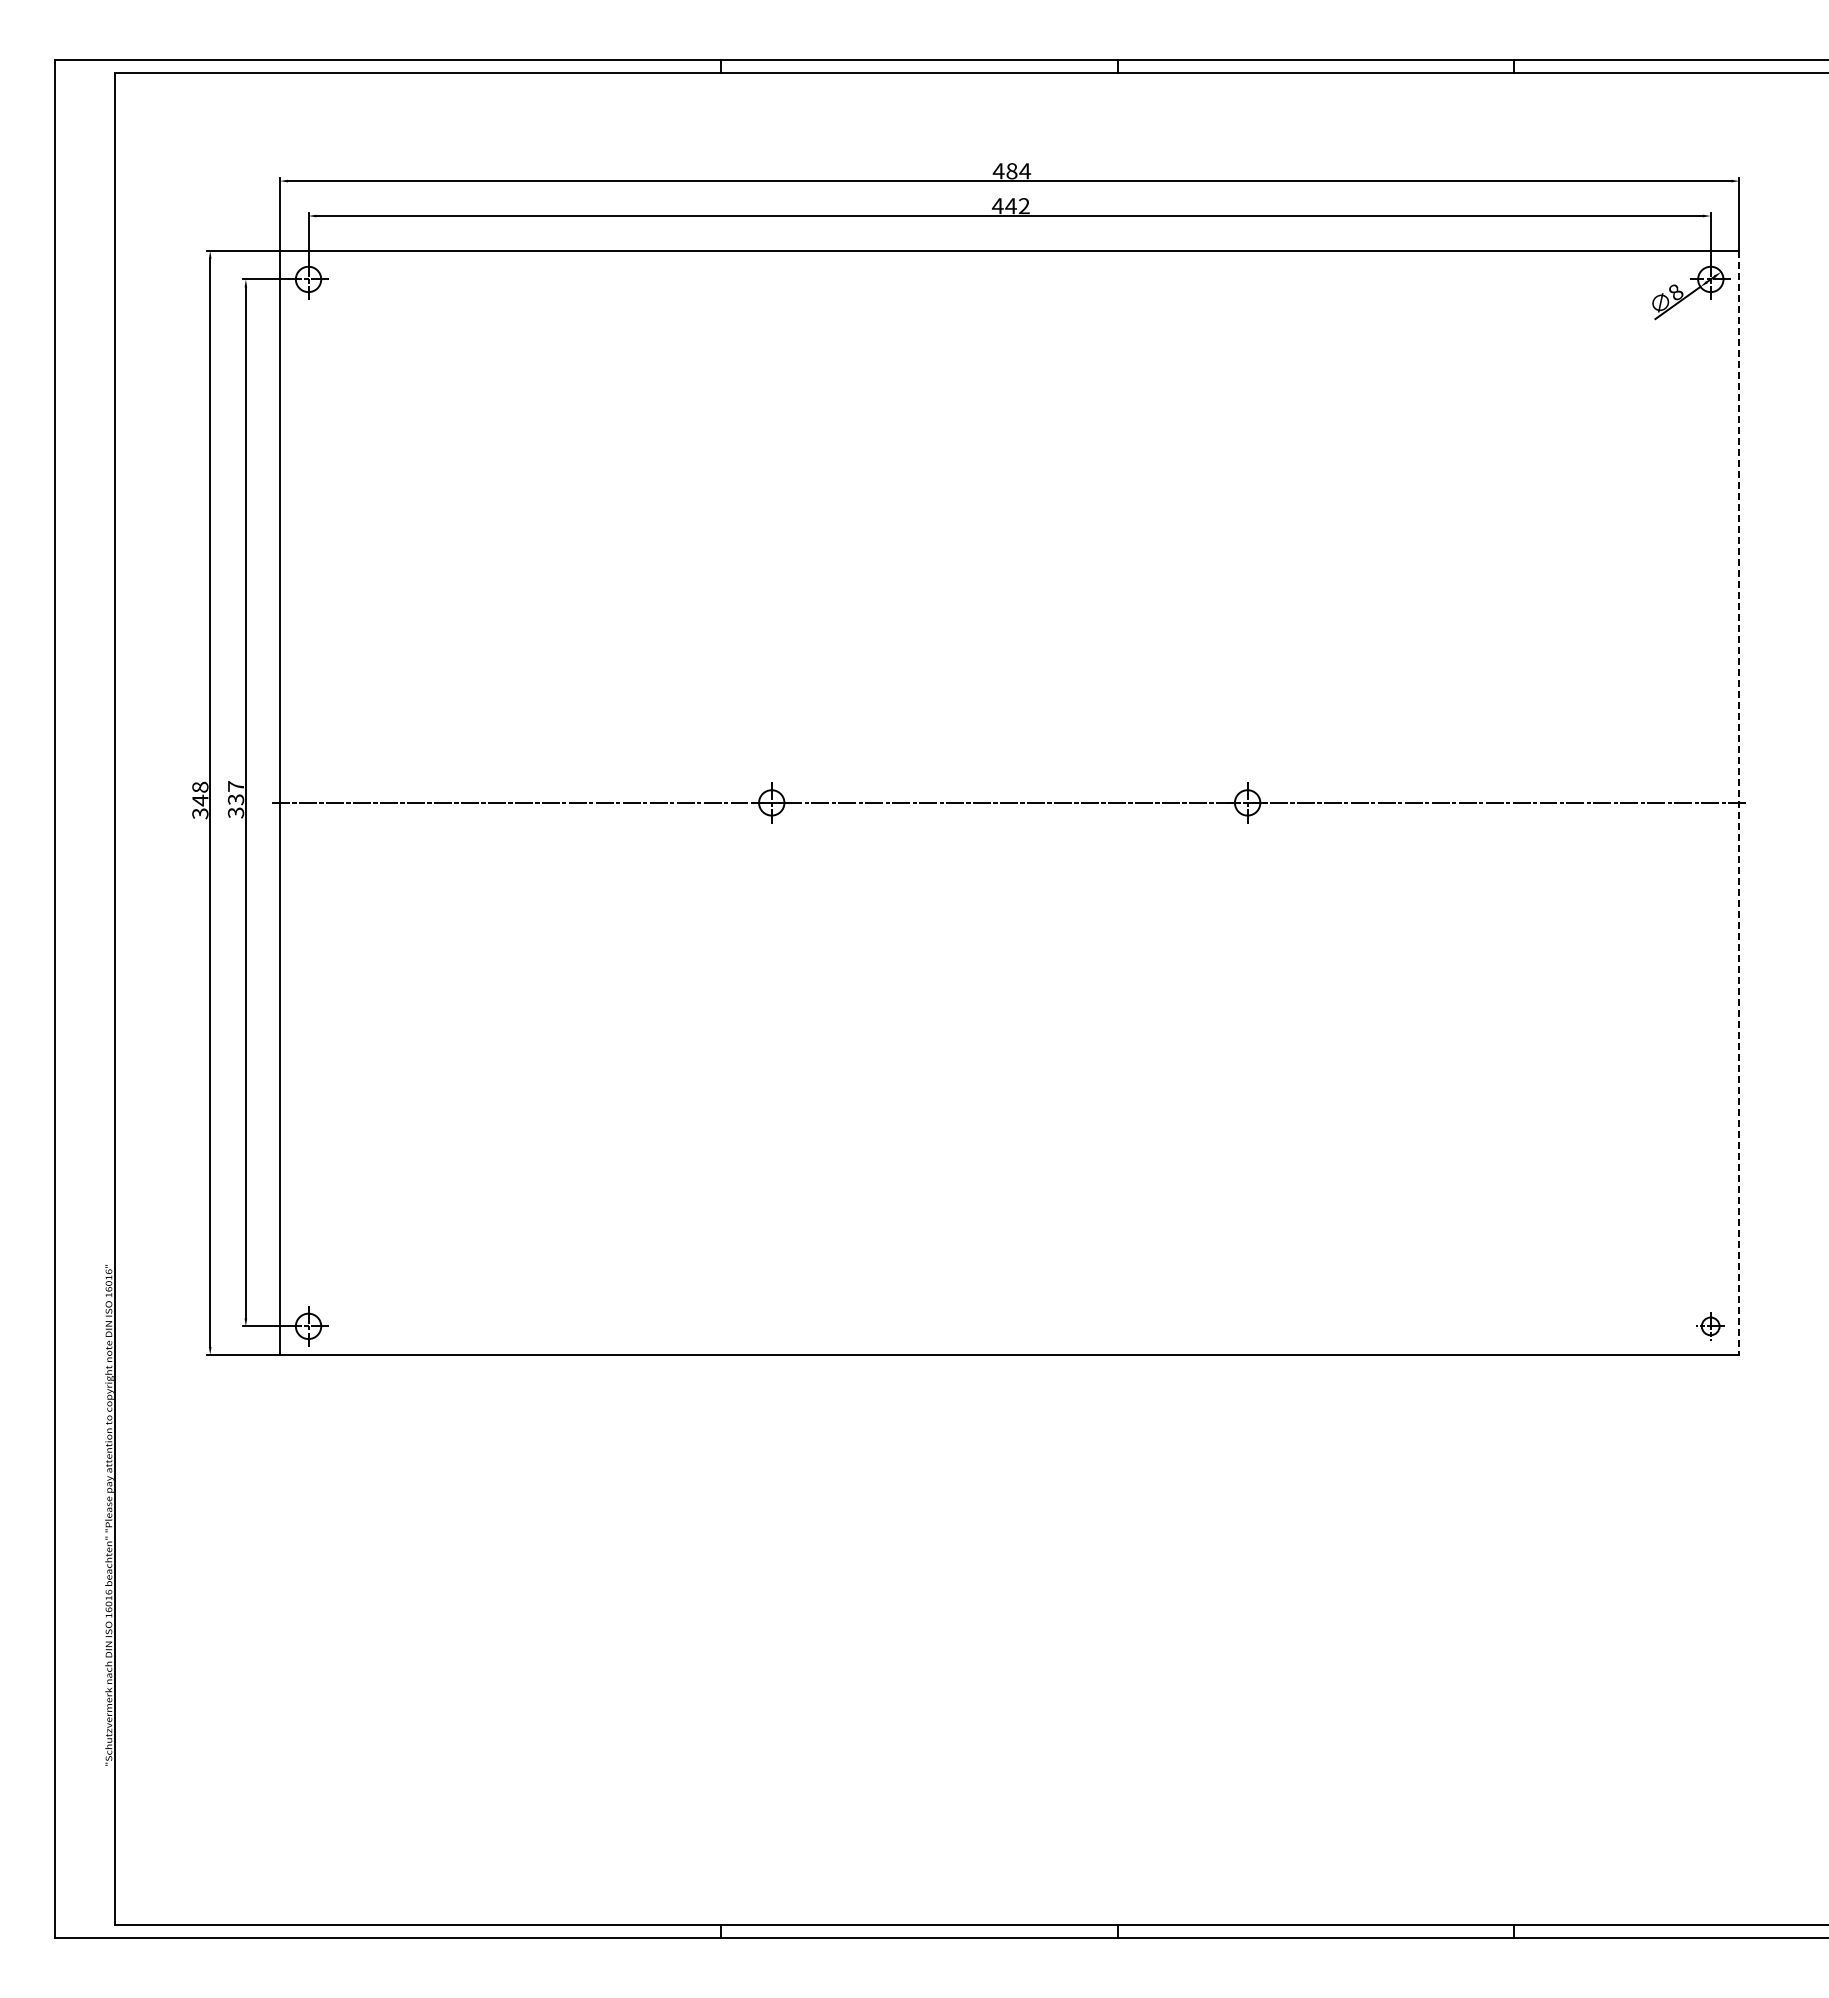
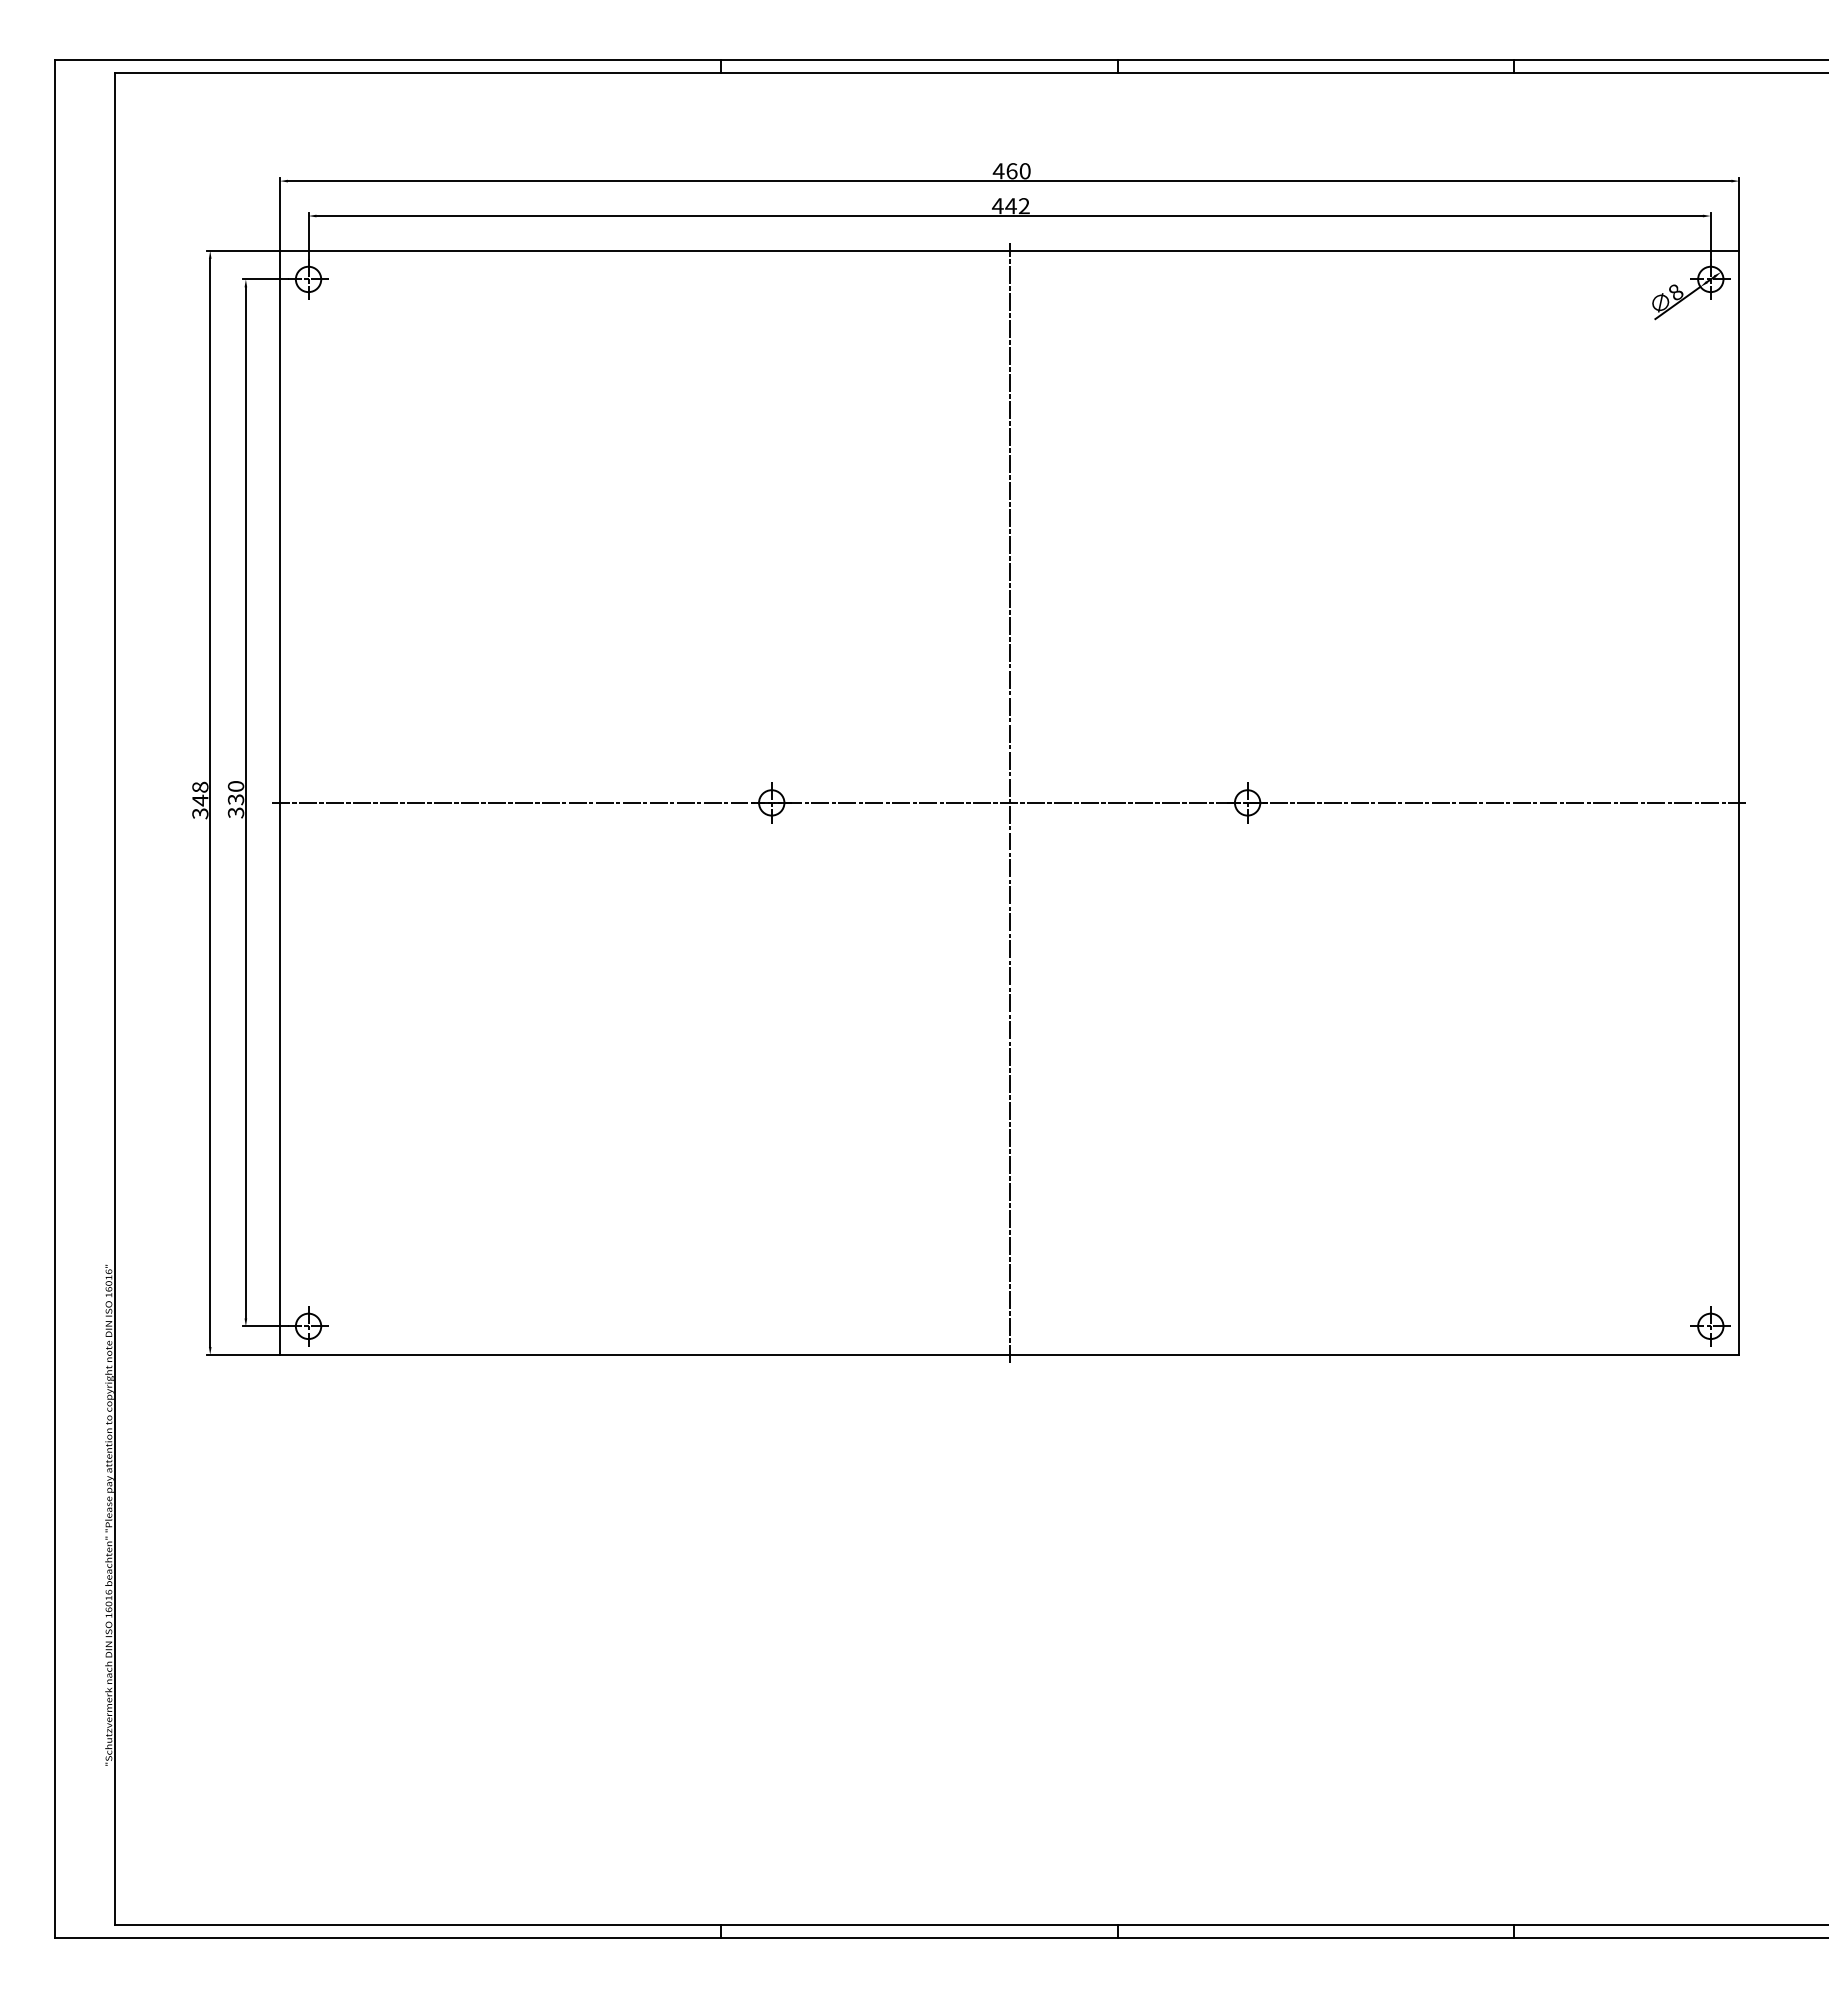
text at (1018, 171): 484 -> 460
text at (235, 786): 337 -> 330
line at (1009, 802): none -> present
line at (1739, 803): dashed -> solid
part at (1710, 1326) size: 29x29 px -> 41x41 px
